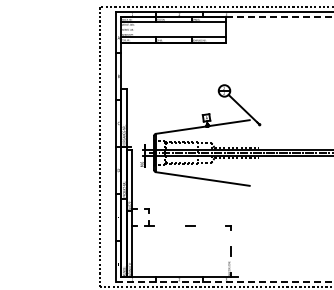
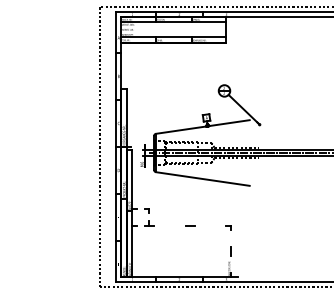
line at (280, 16): dashed -> solid
line at (225, 281): dashed -> solid
